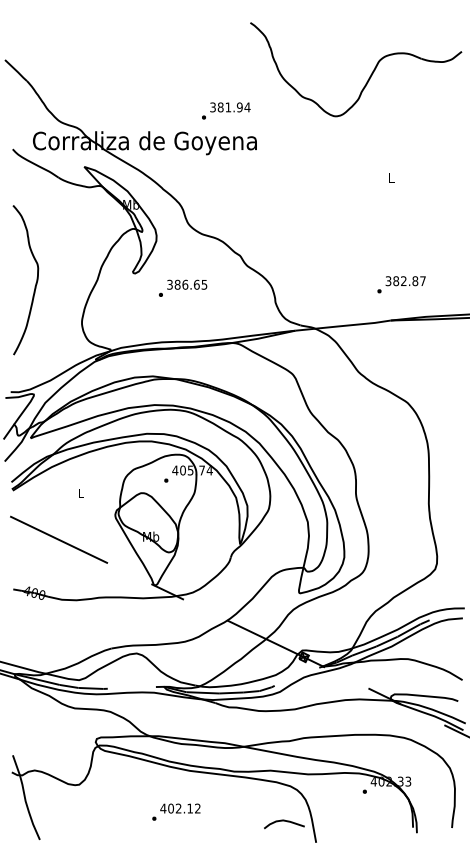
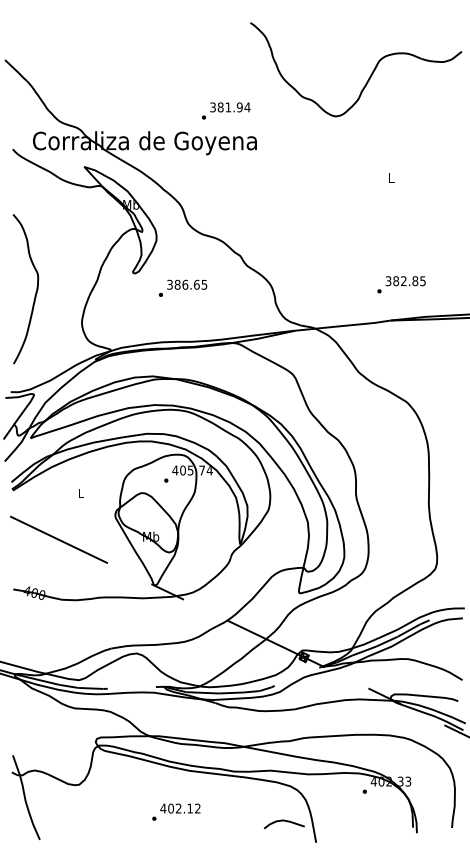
text at (422, 281): 382.87 -> 382.85
curve at (35, 283) position: (35, 283) -> (35, 292)
